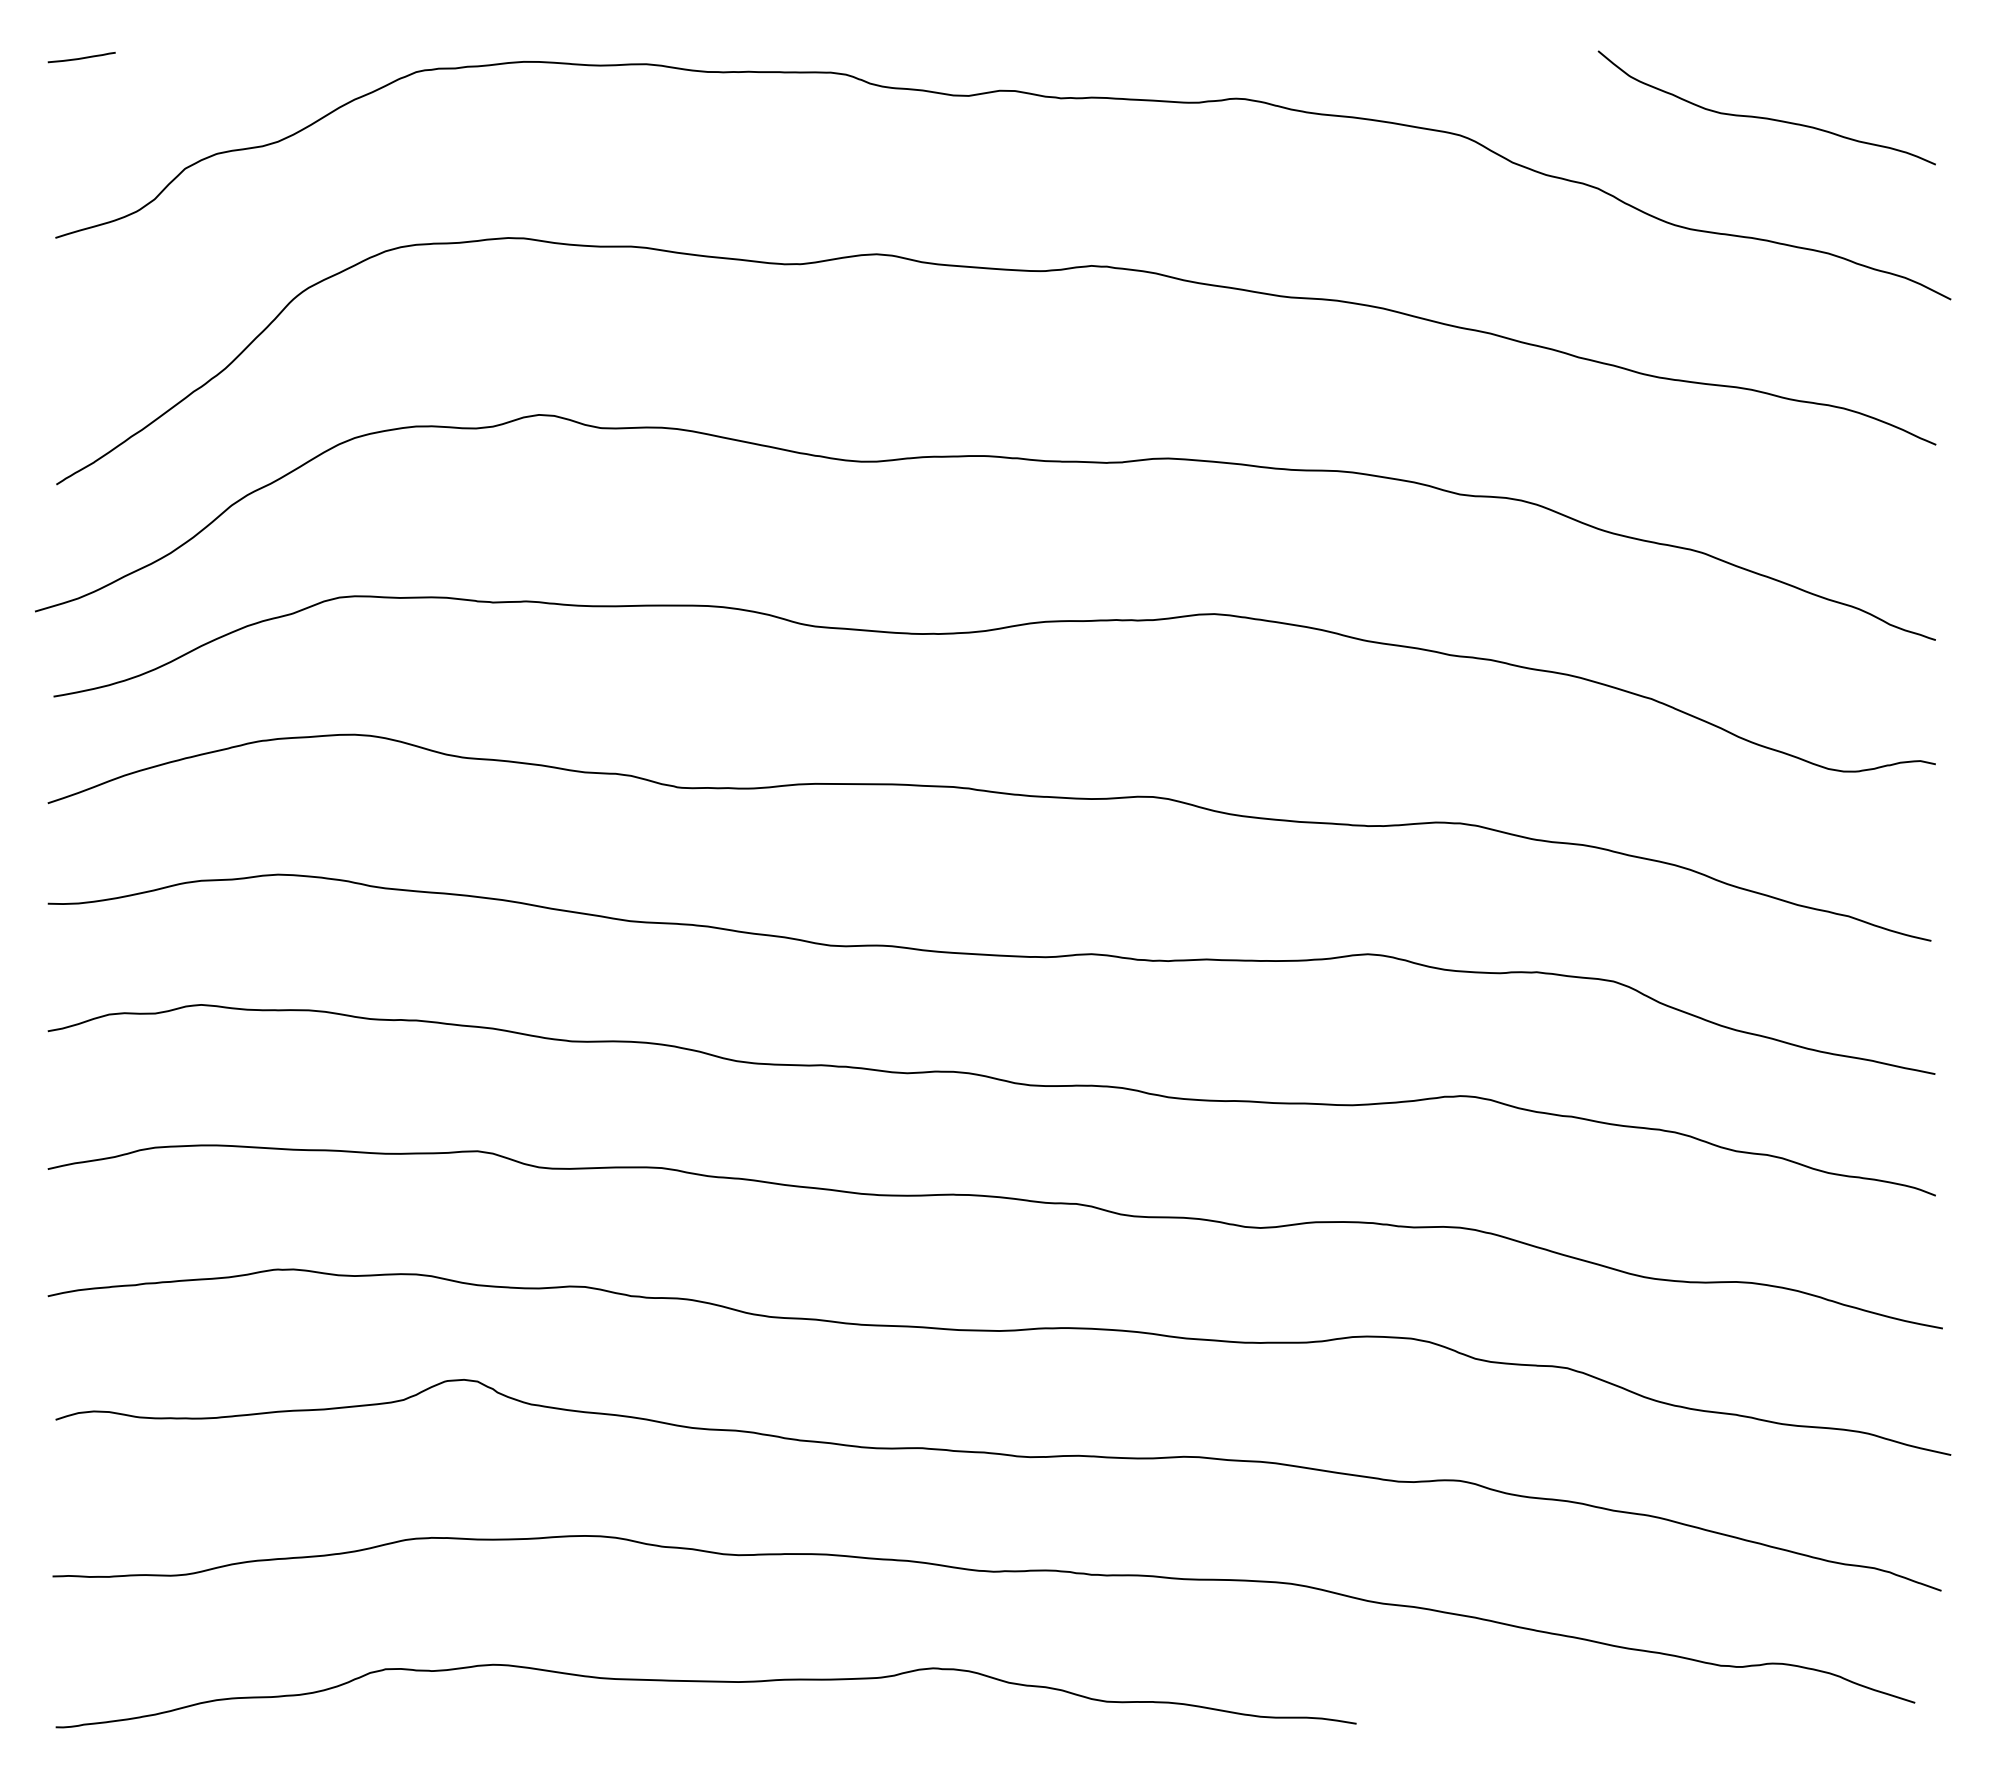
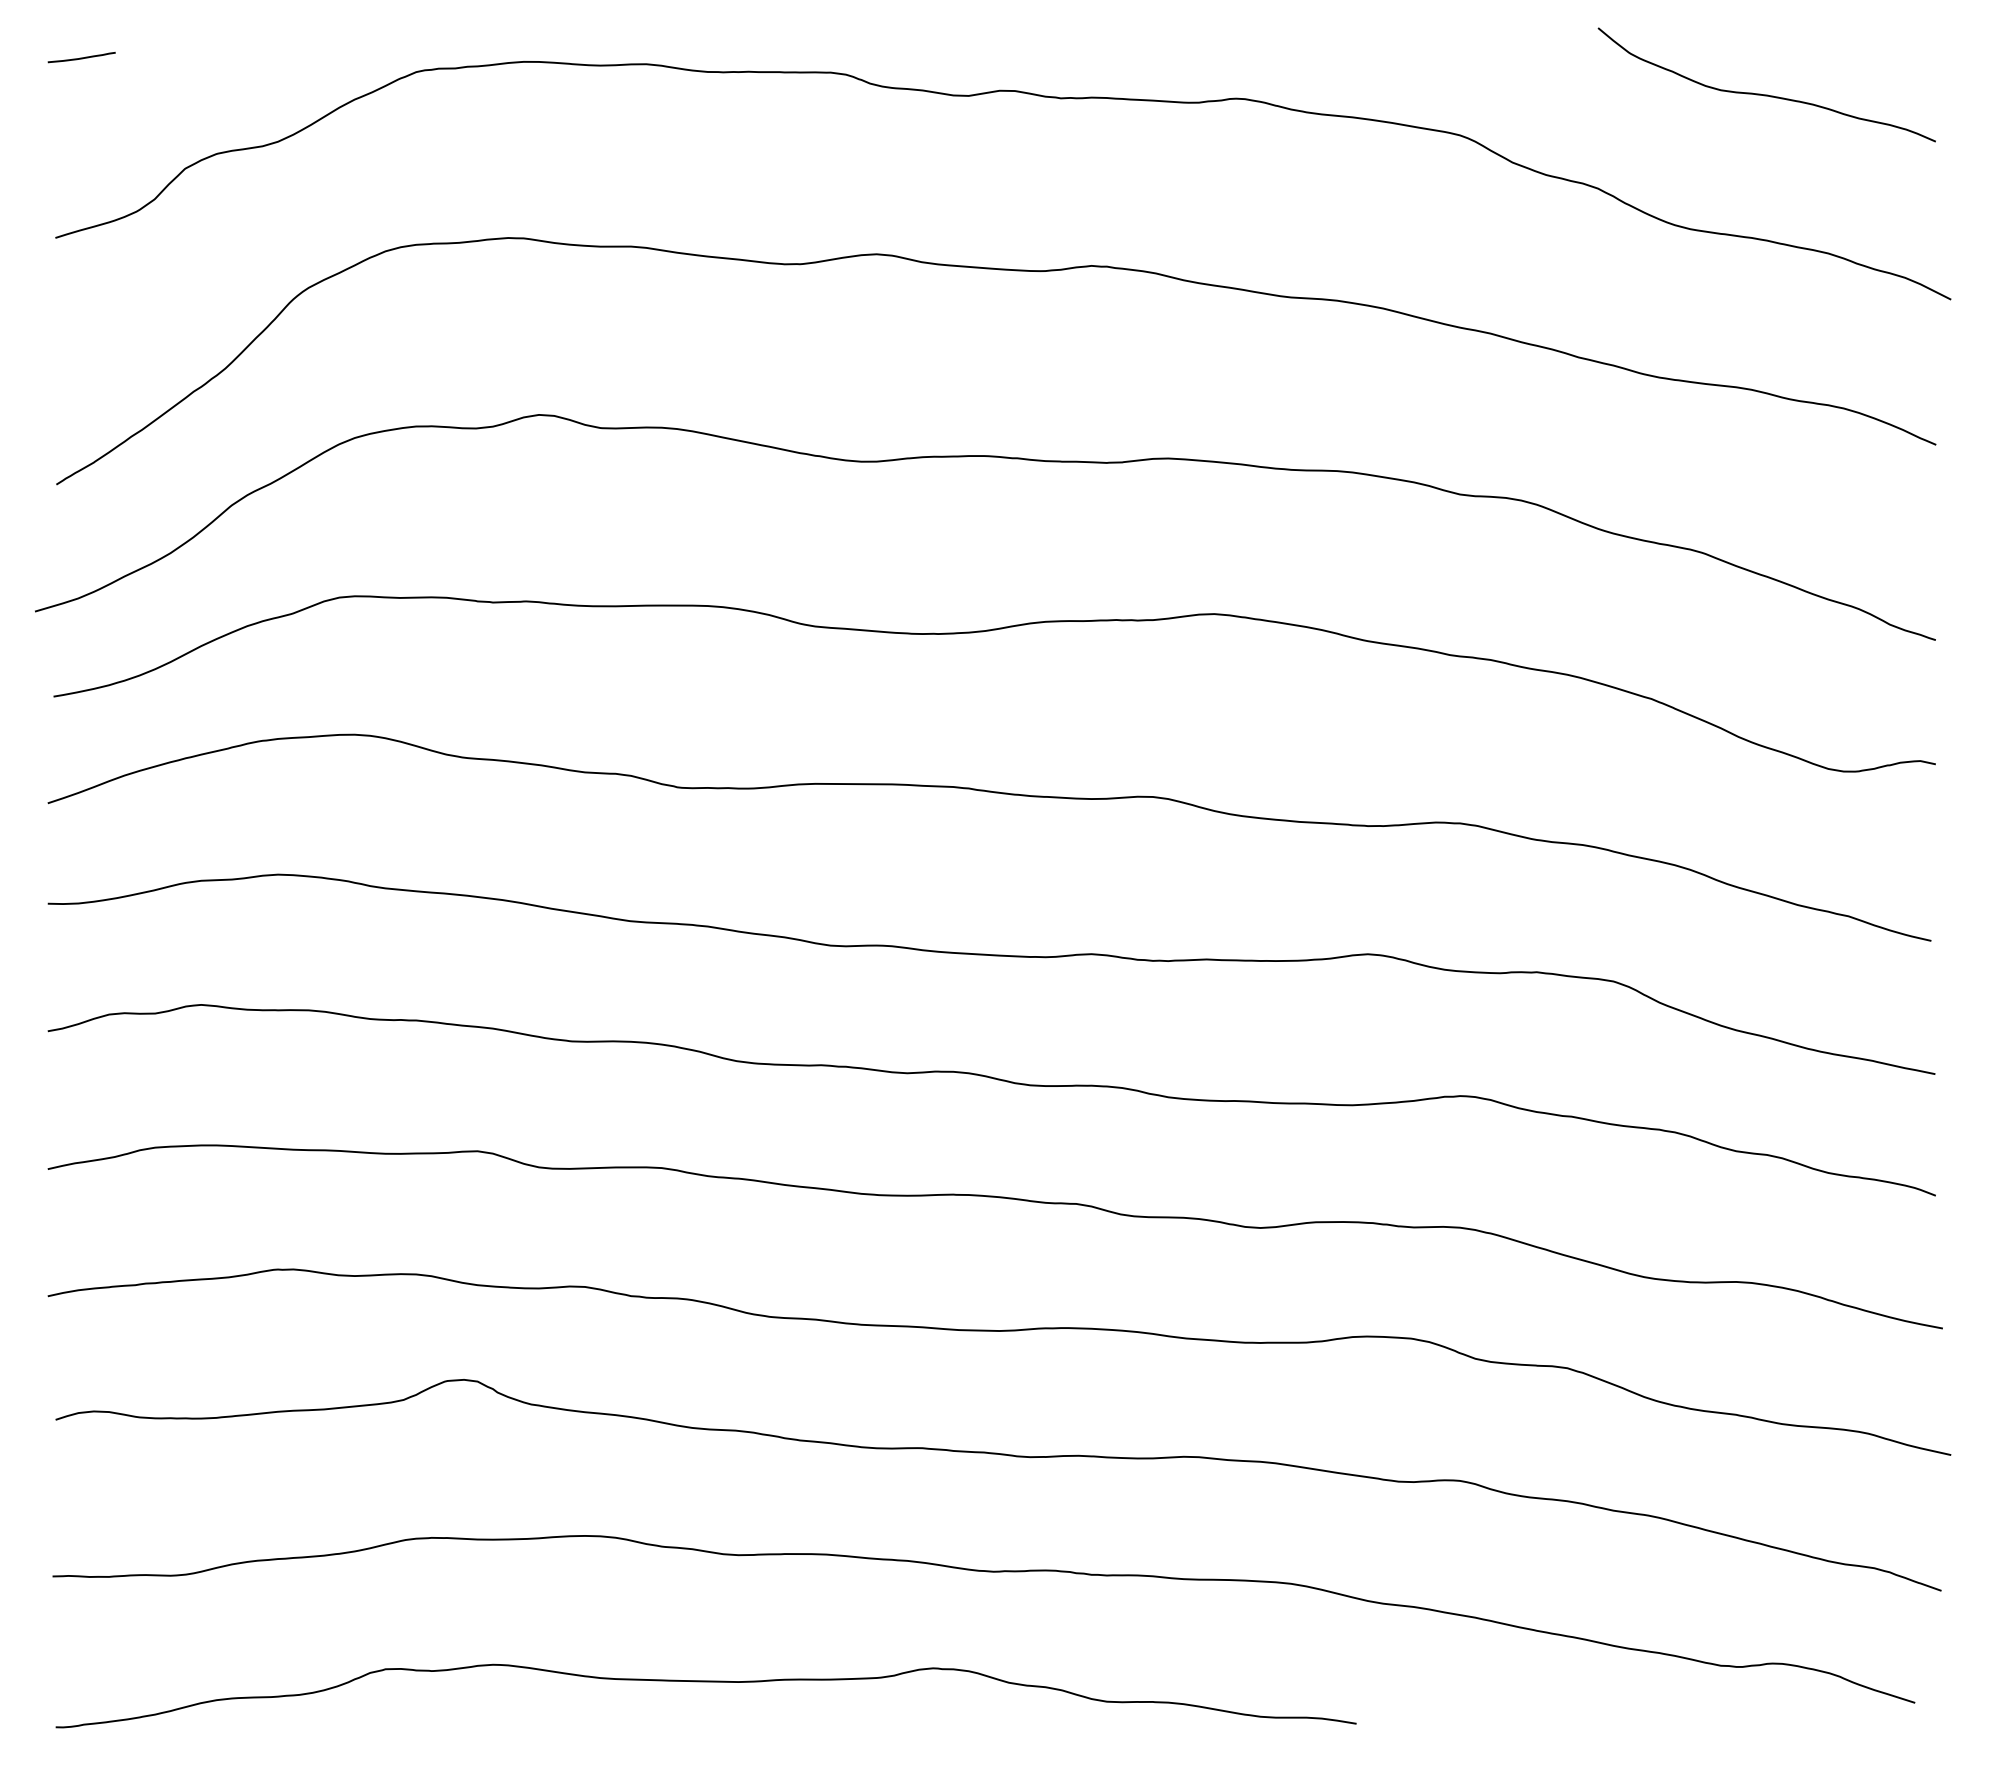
curve at (1766, 117) position: (1766, 117) -> (1766, 94)
